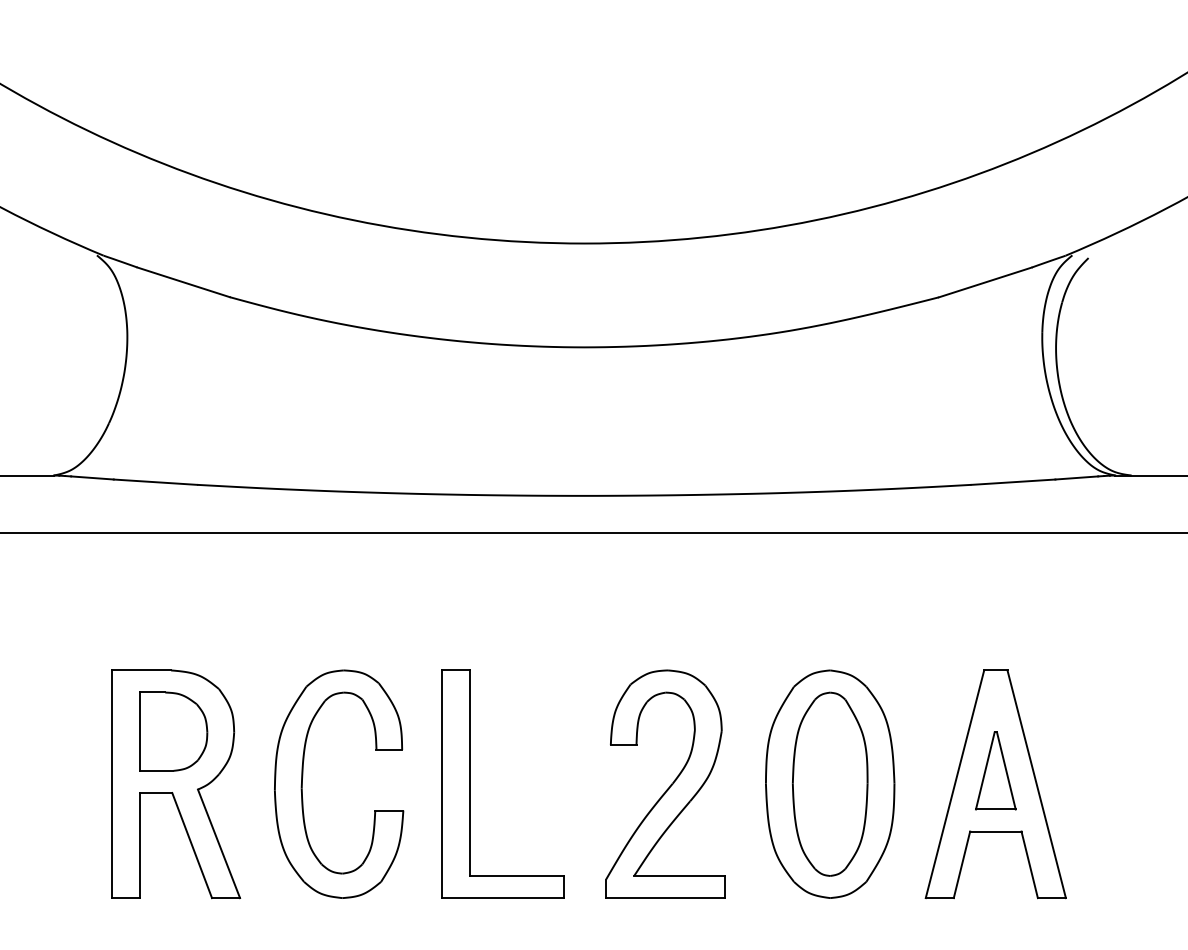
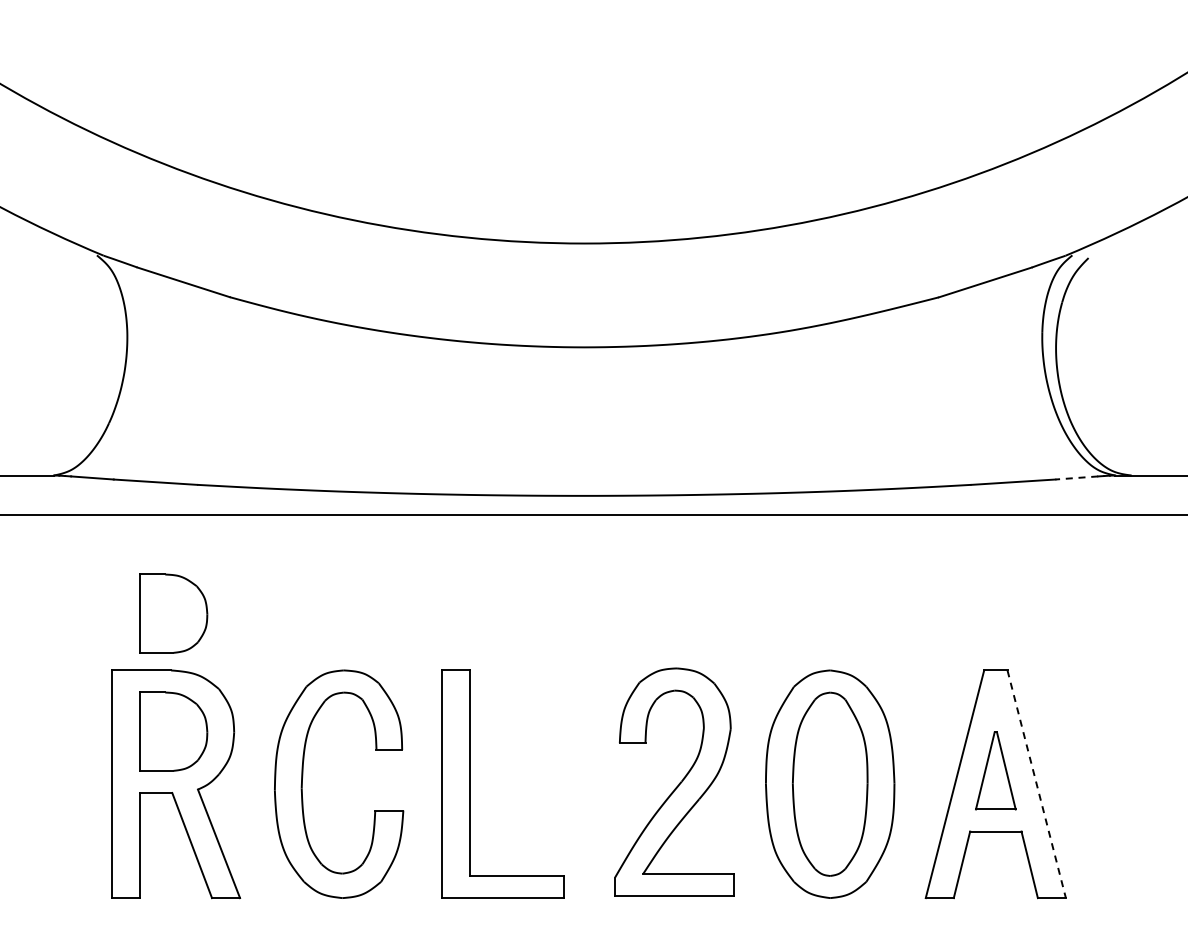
line at (1076, 478): solid -> dashed
line at (593, 532) position: (593, 532) -> (593, 514)
part at (173, 613): none -> present
part at (665, 783) position: (665, 783) -> (674, 781)
line at (1036, 784): solid -> dashed
